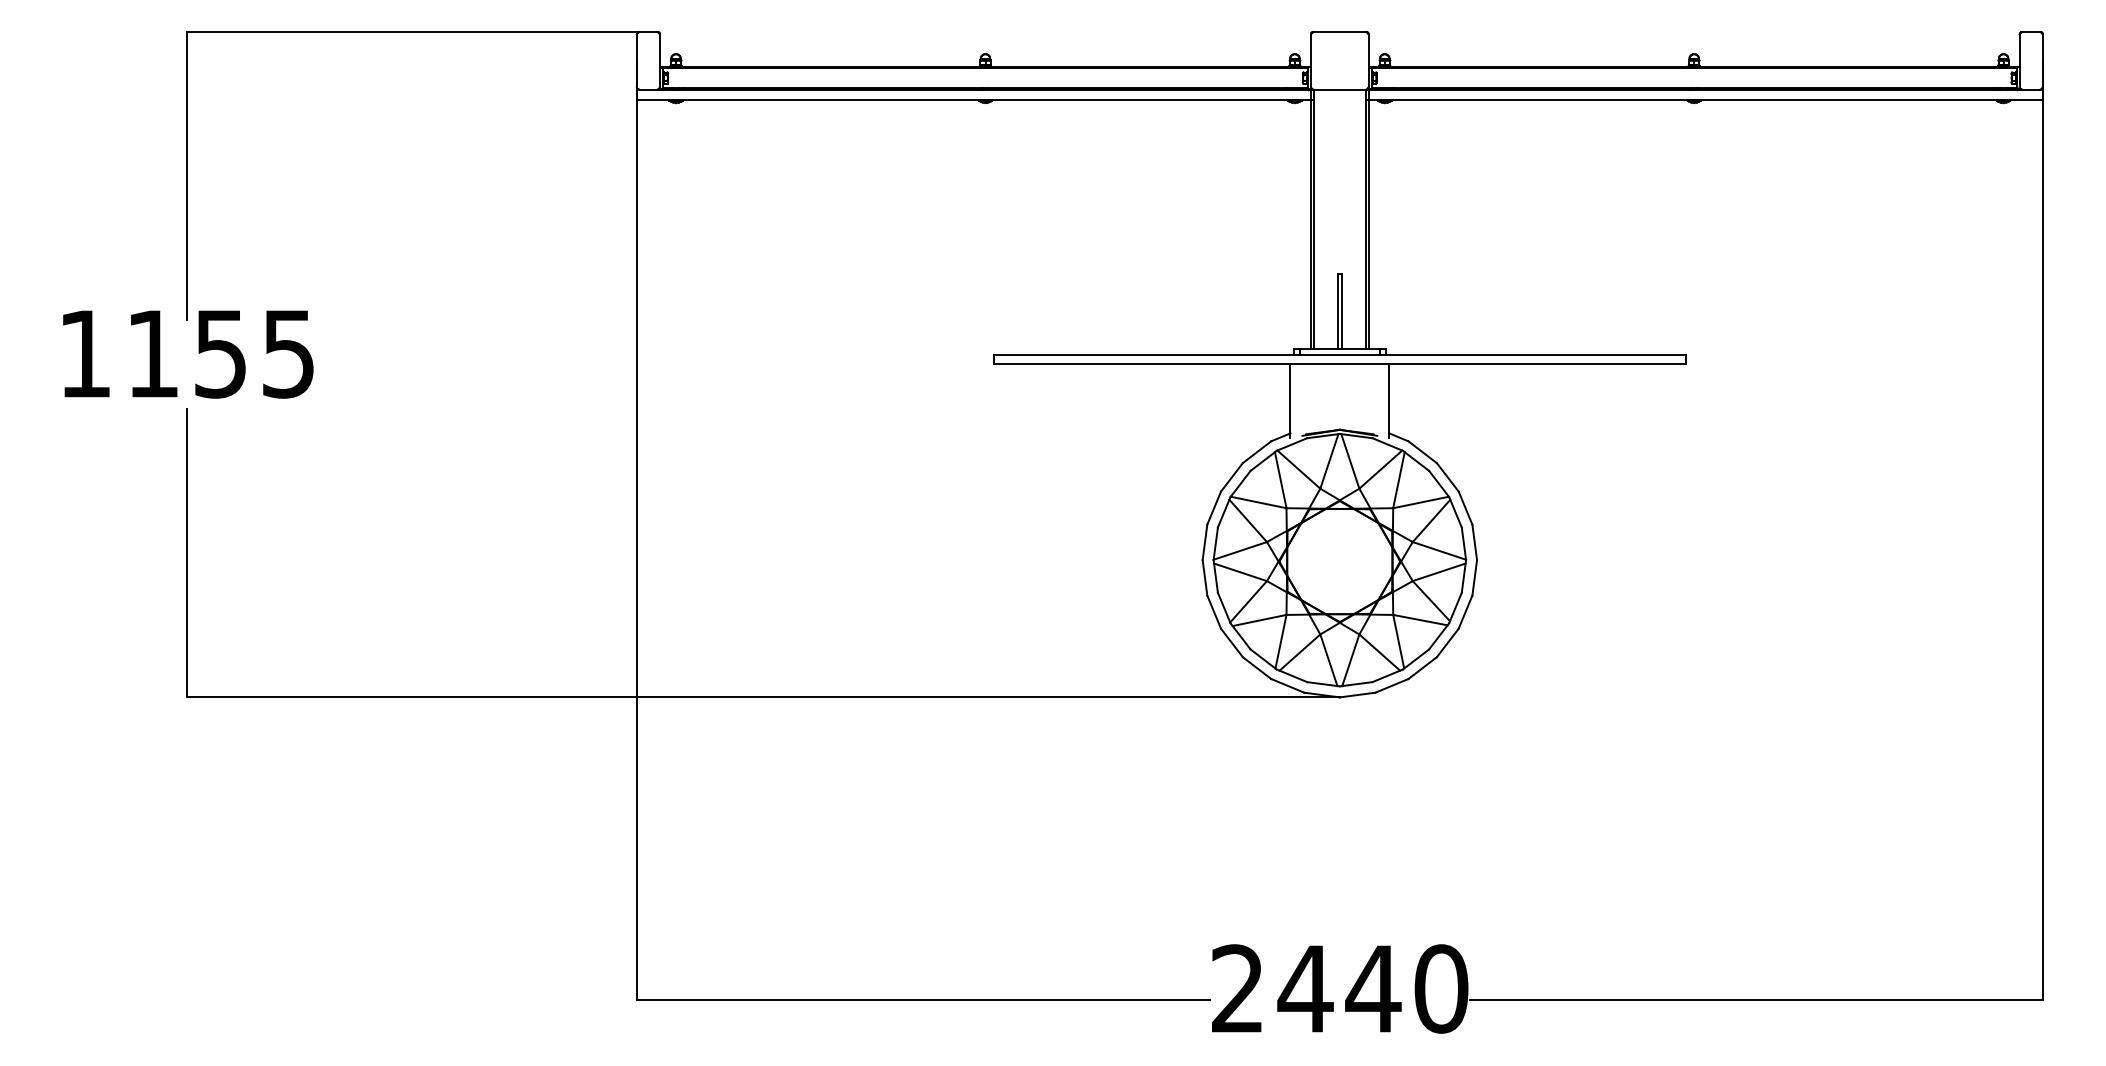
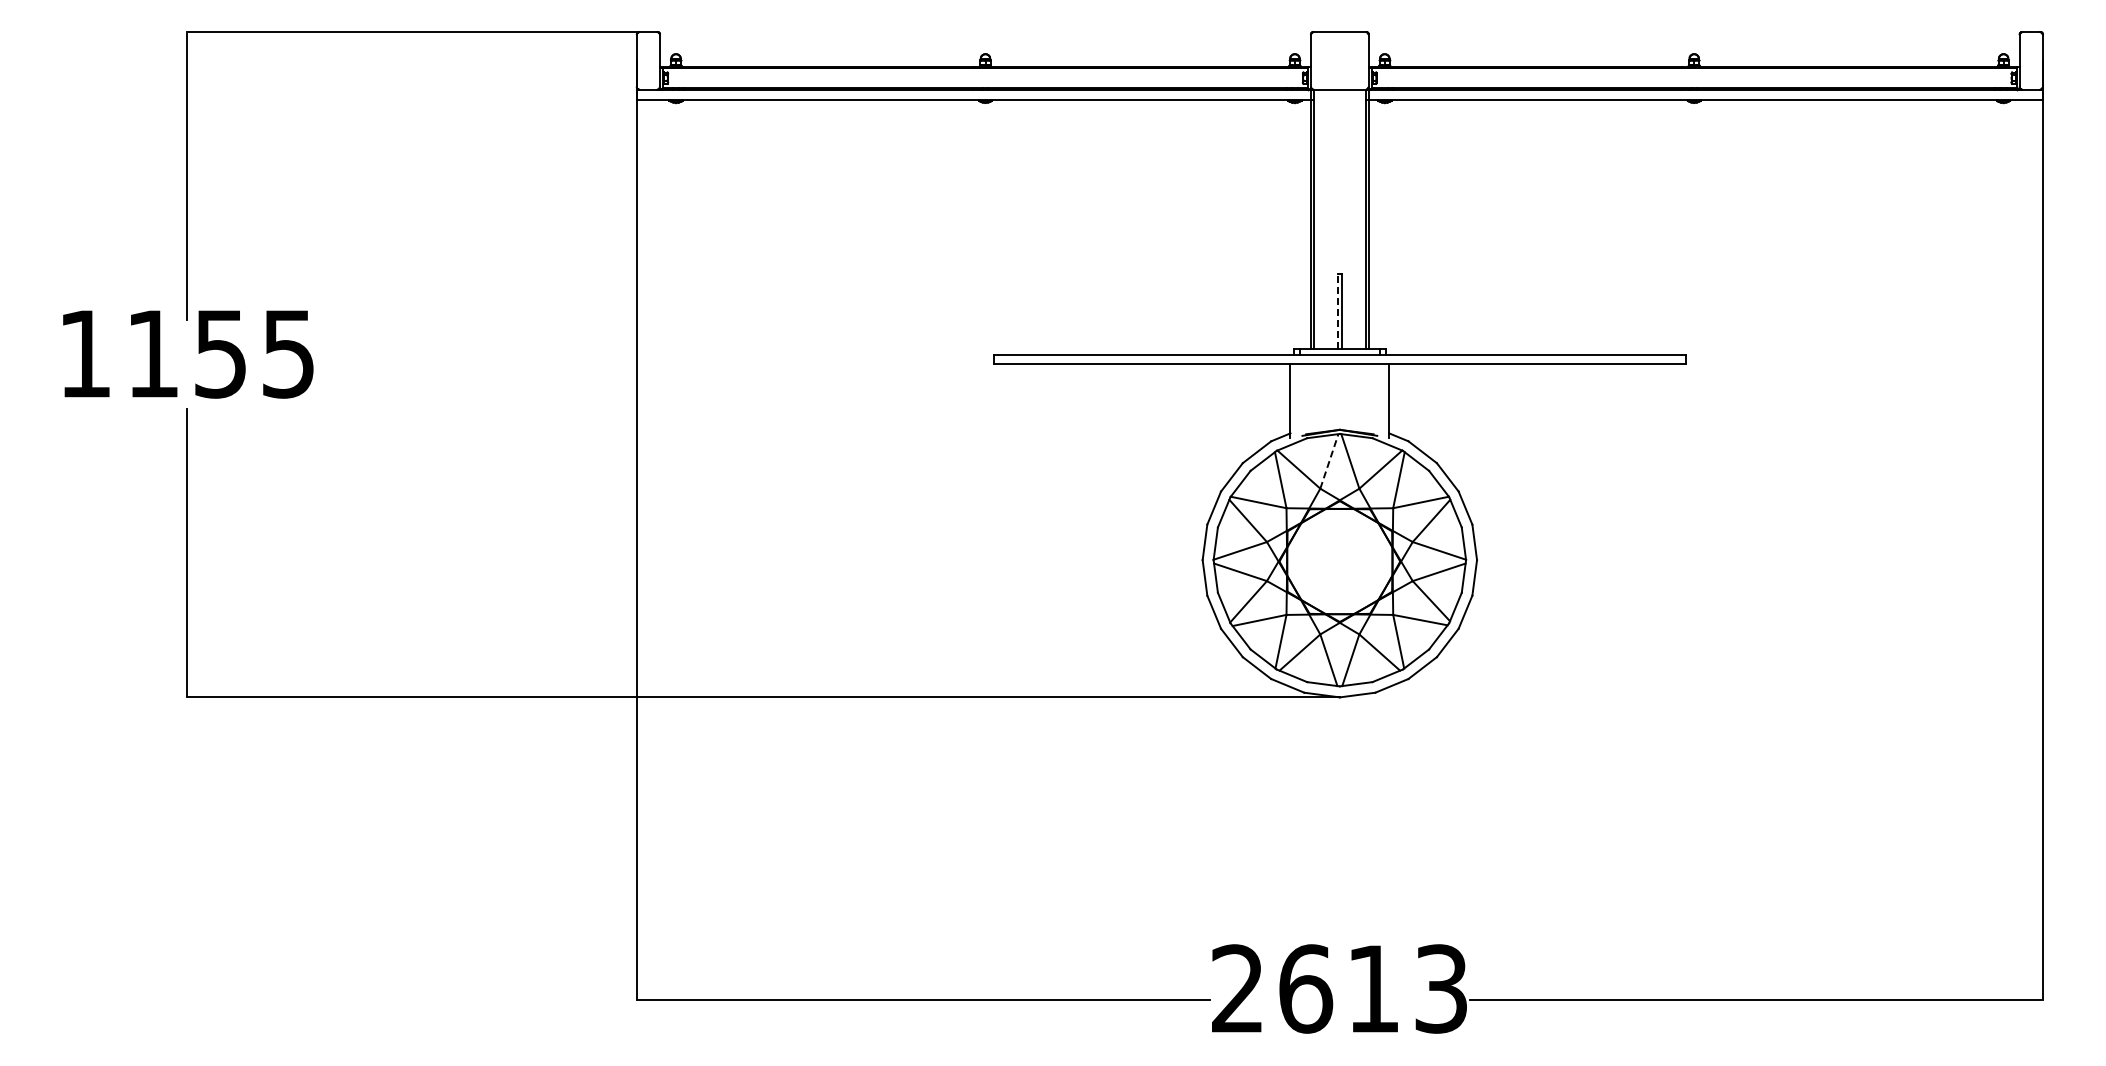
line at (1337, 311): solid -> dashed
line at (1329, 461): solid -> dashed
text at (1372, 988): 2440 -> 2613
